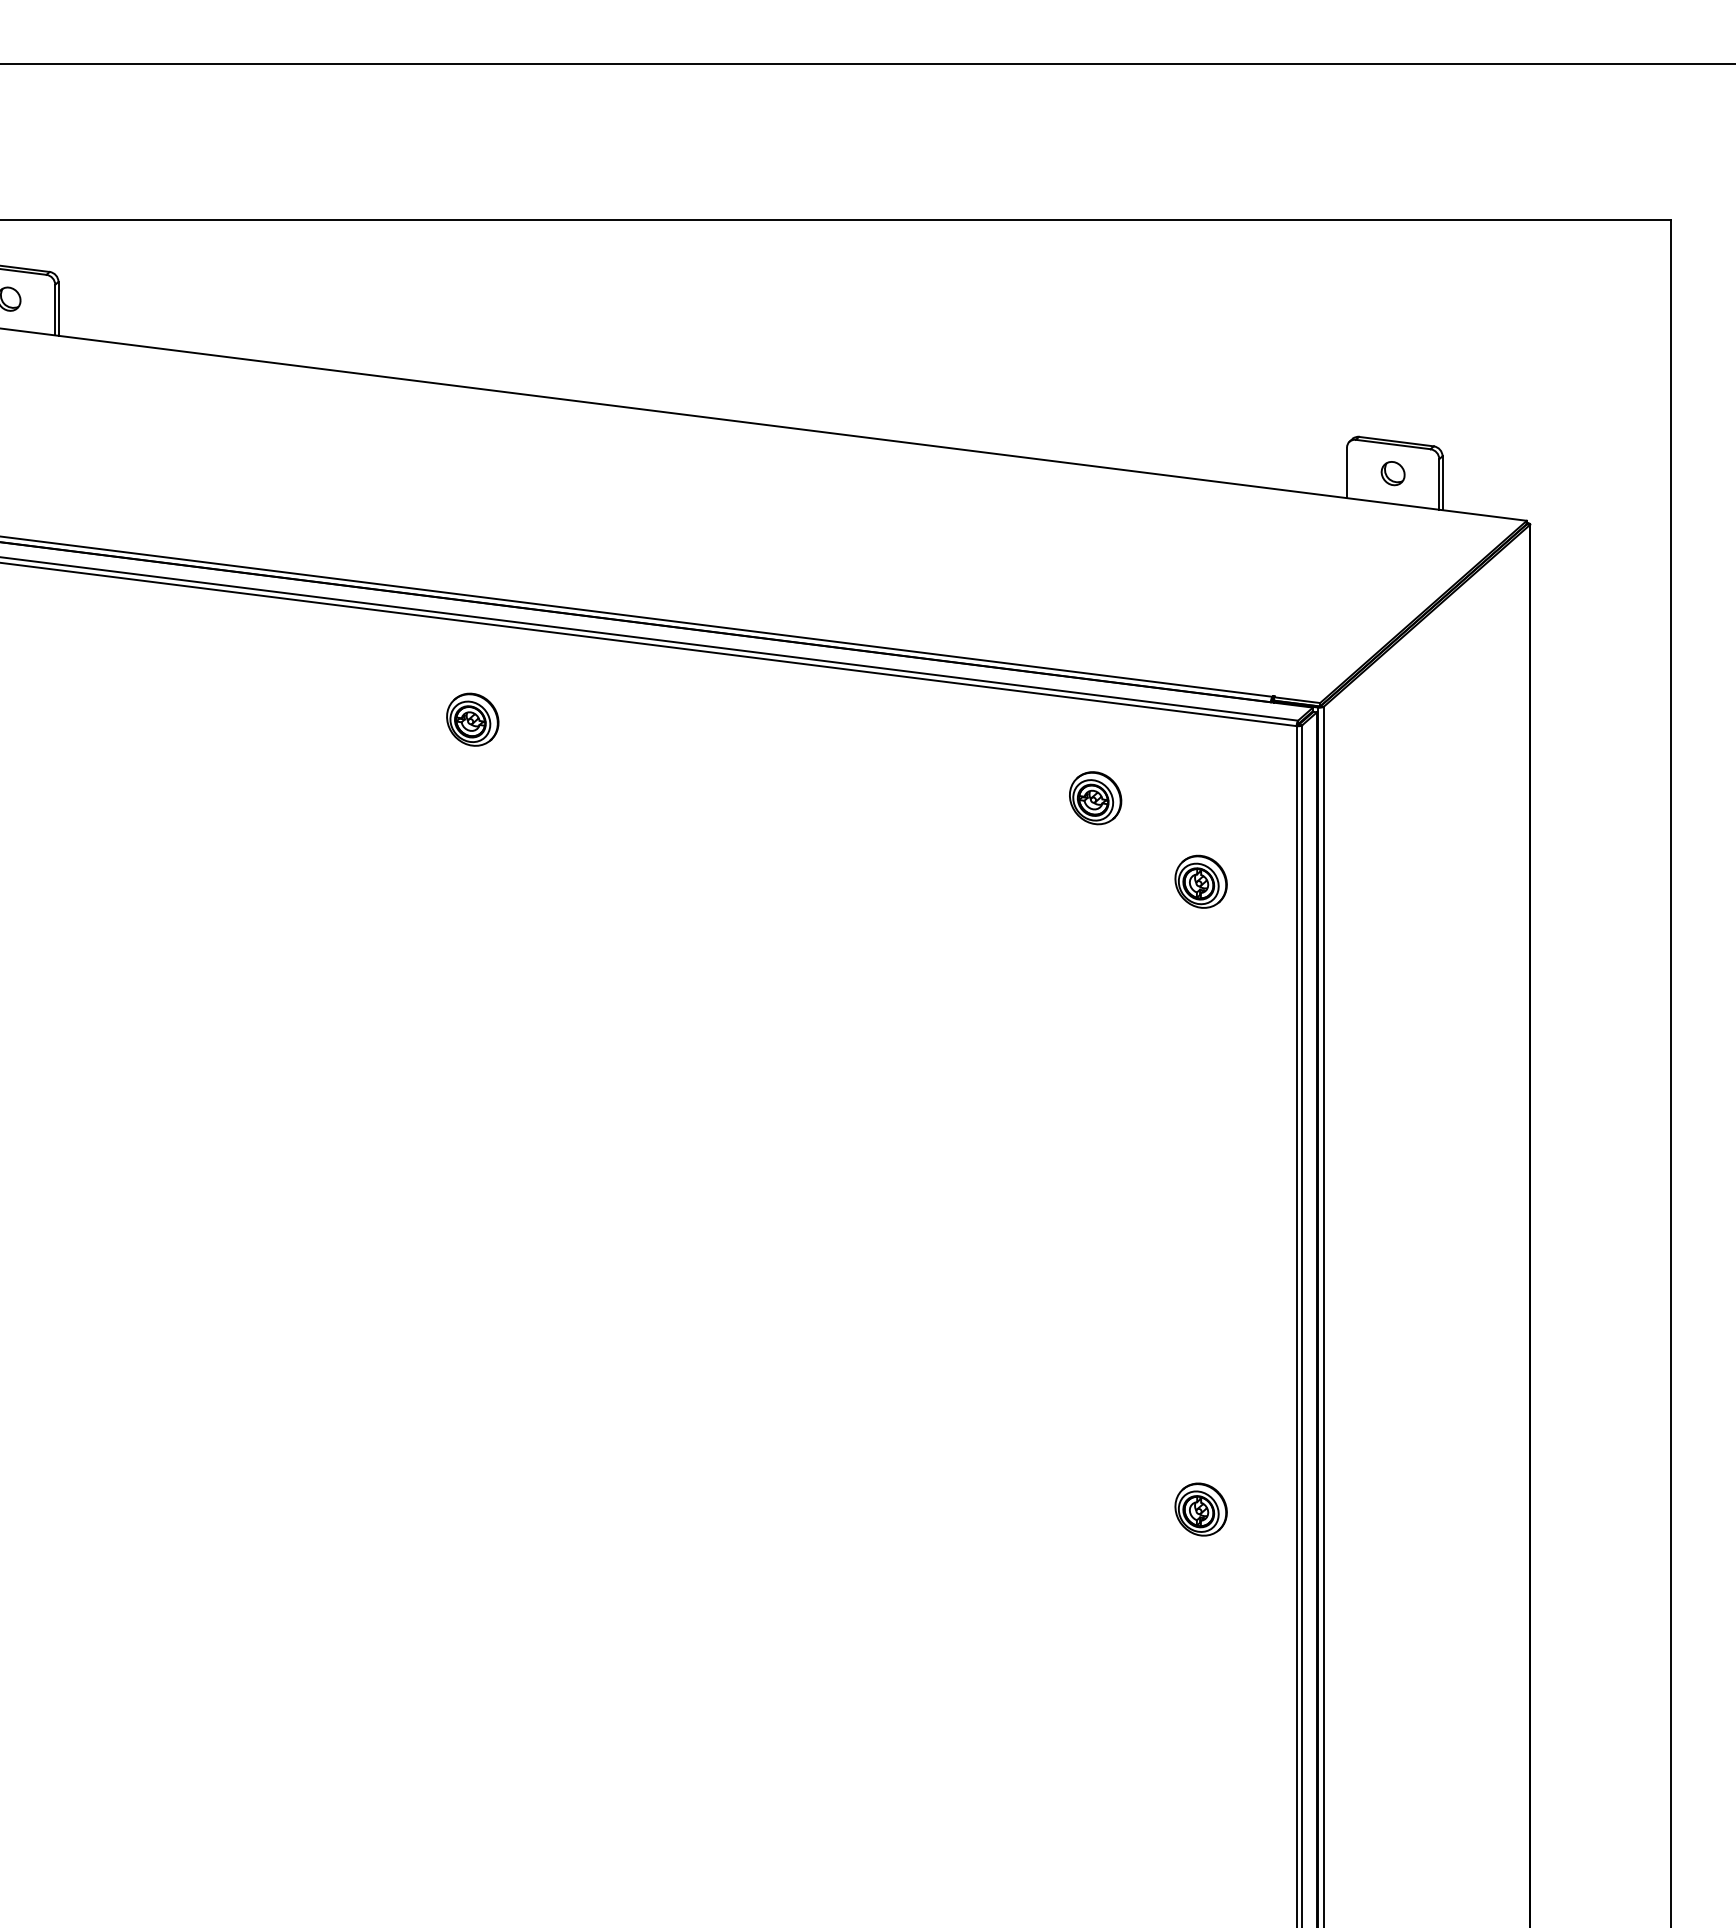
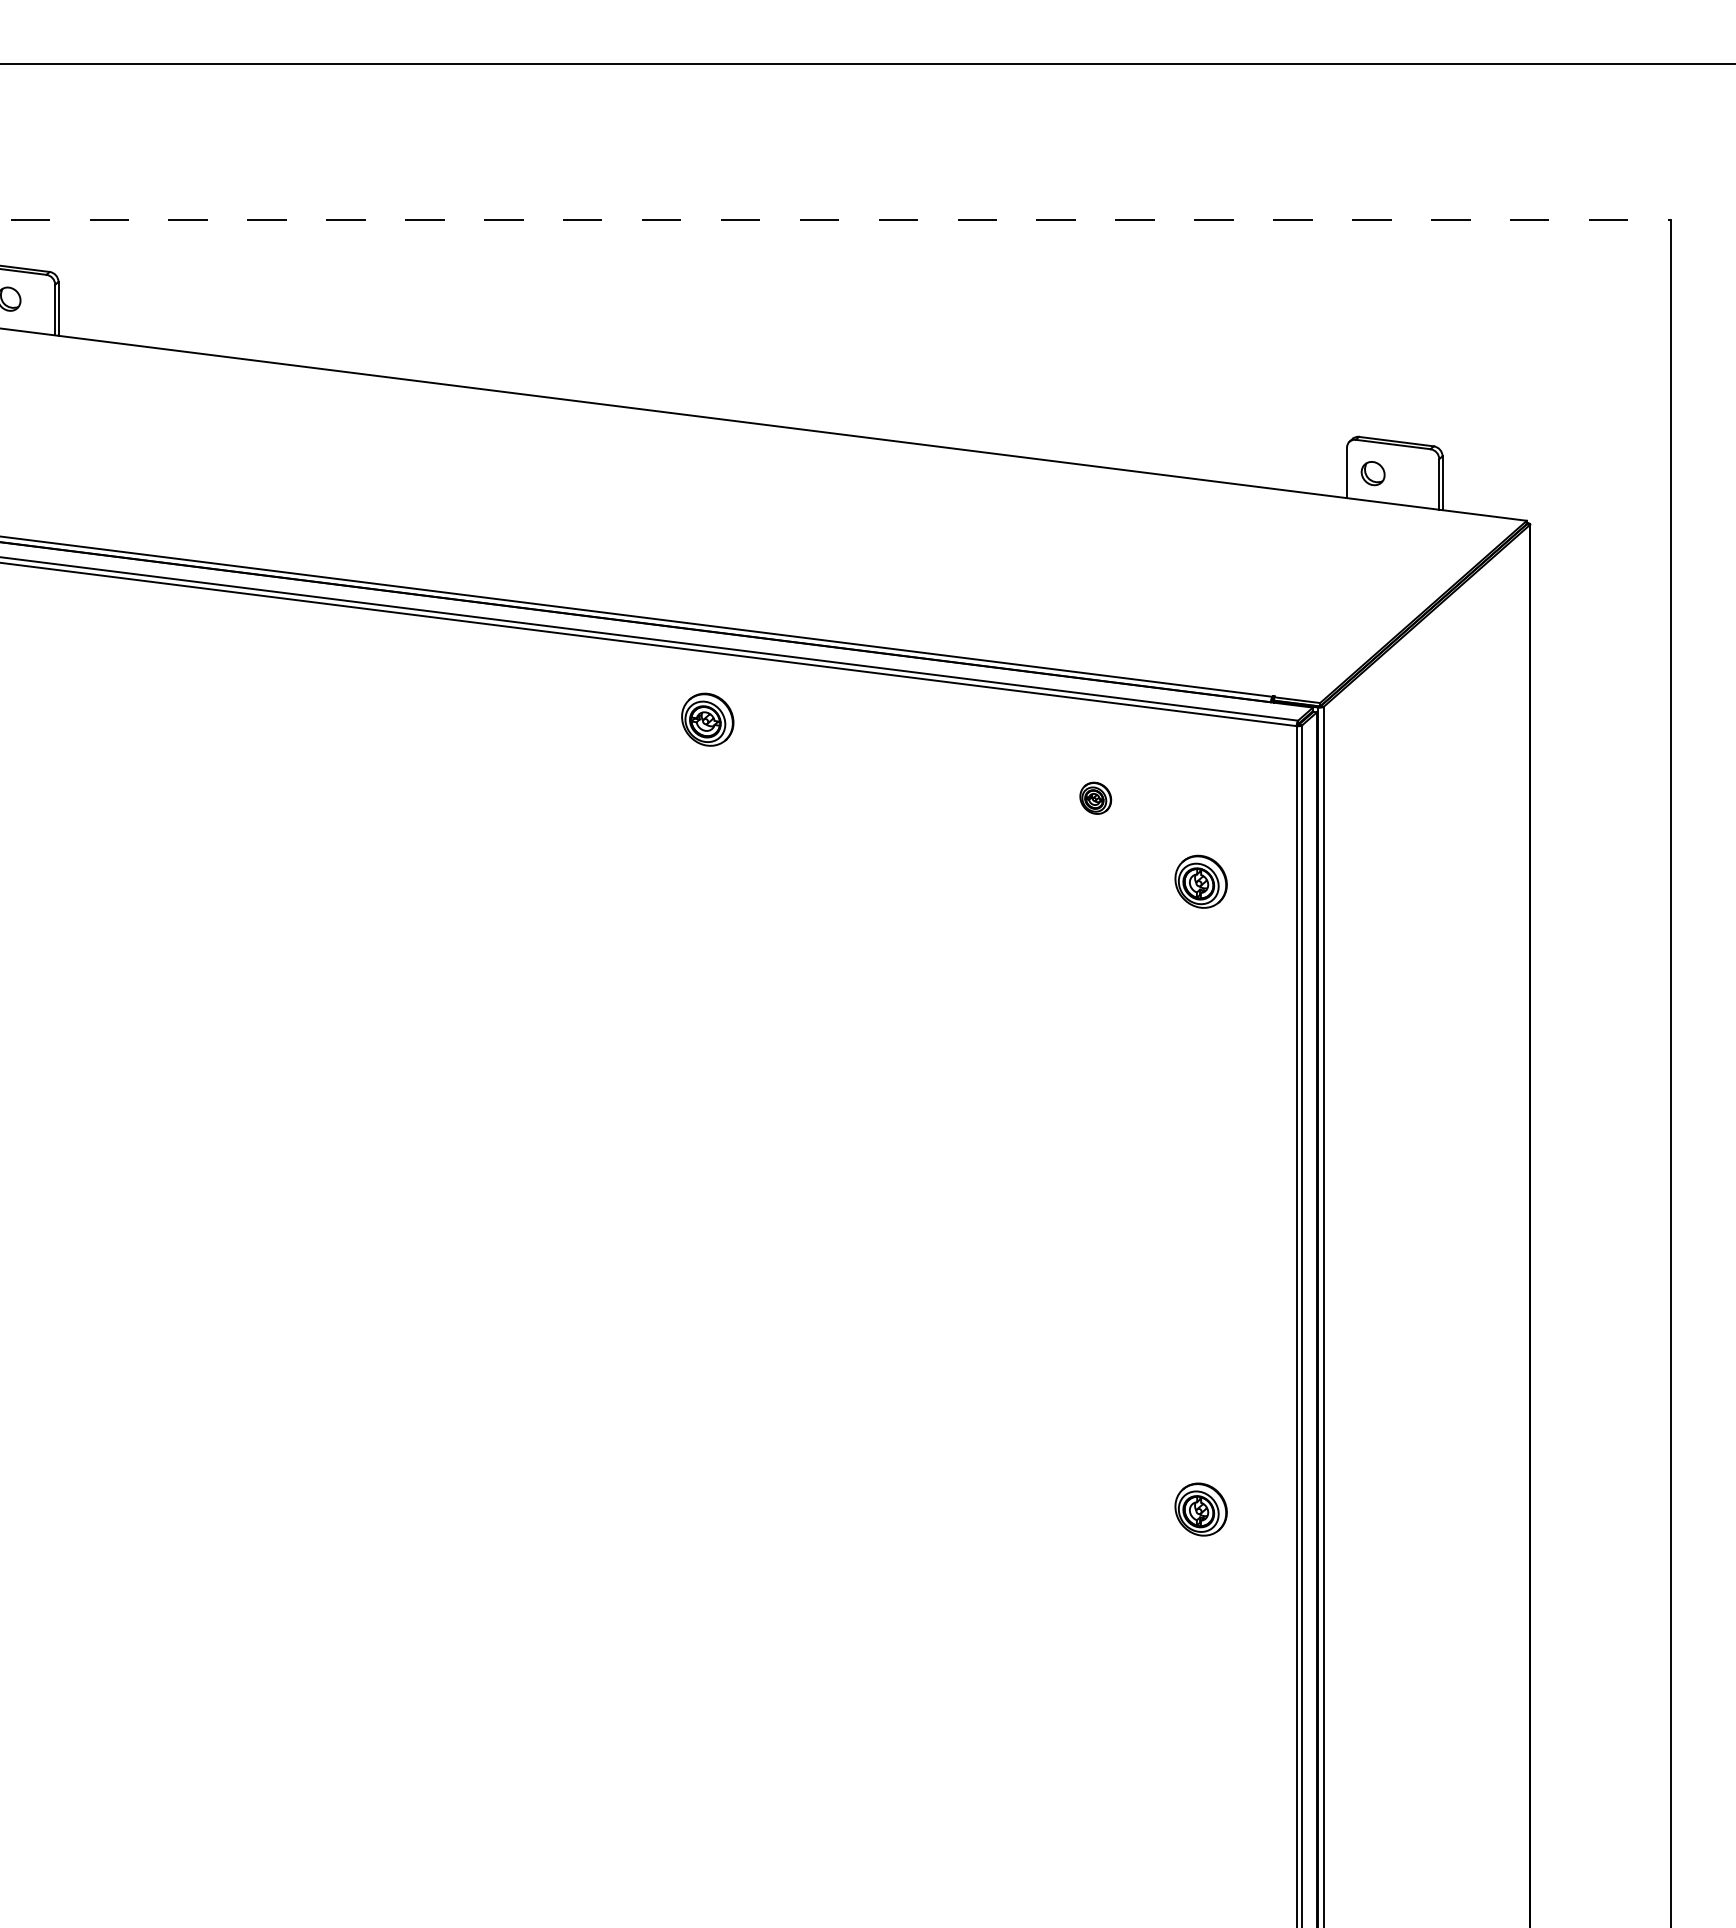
line at (835, 219): solid -> dashed
part at (1392, 473) position: (1392, 473) -> (1372, 473)
part at (472, 719) position: (472, 719) -> (707, 719)
part at (1095, 798) size: 54x55 px -> 34x34 px
